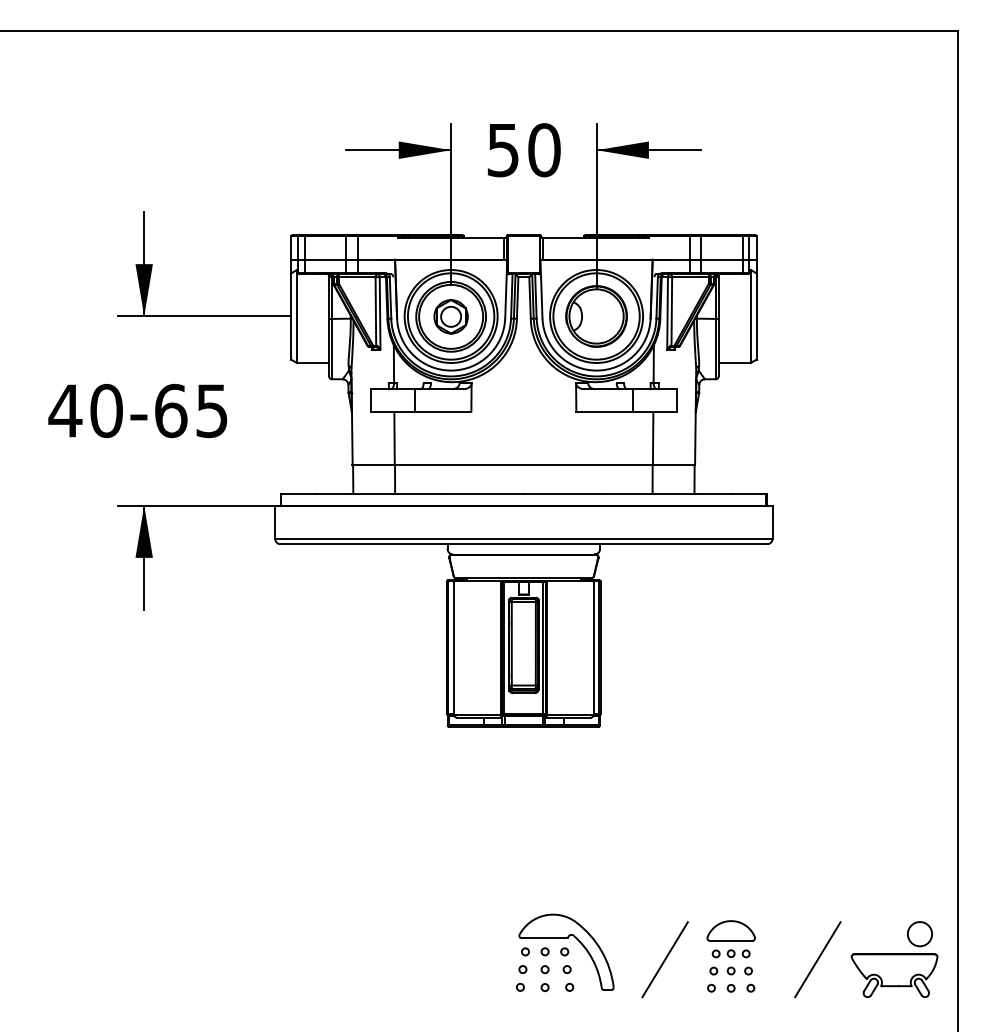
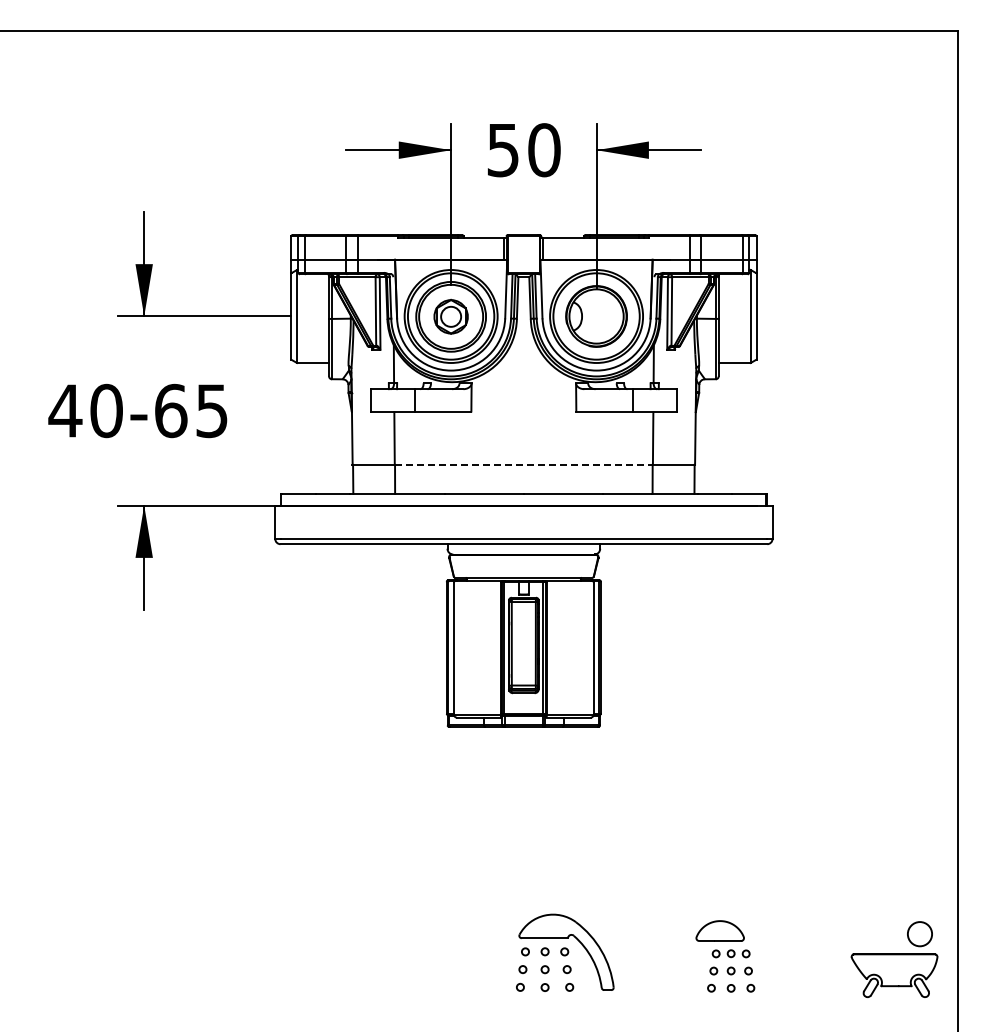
line at (524, 464): solid -> dashed
part at (730, 930) position: (730, 930) -> (719, 930)
line at (664, 959): present -> none
line at (817, 959): present -> none
